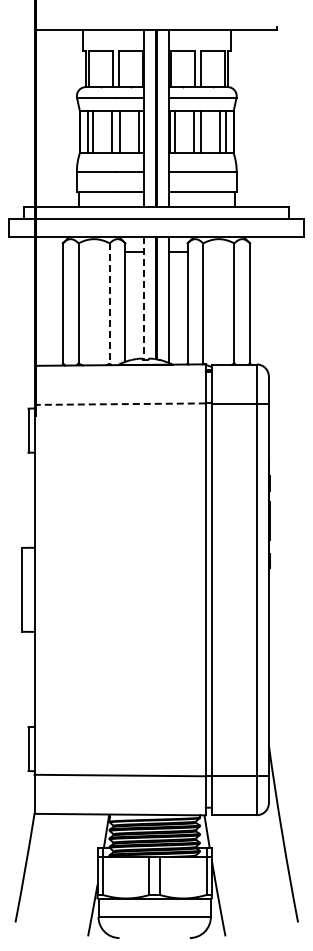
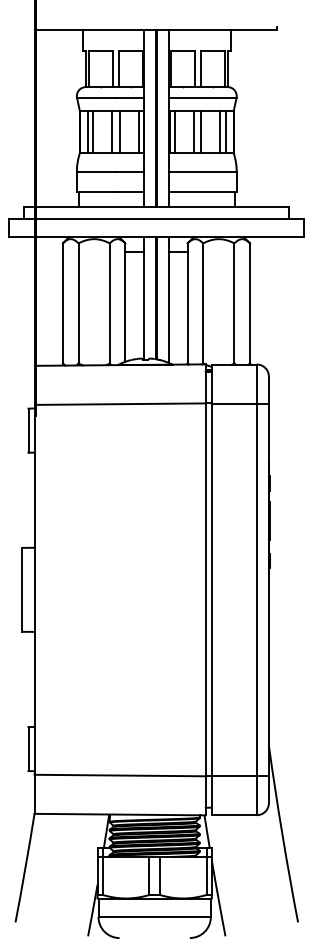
line at (144, 299): dashed -> solid
line at (109, 303): dashed -> solid
line at (120, 404): dashed -> solid
